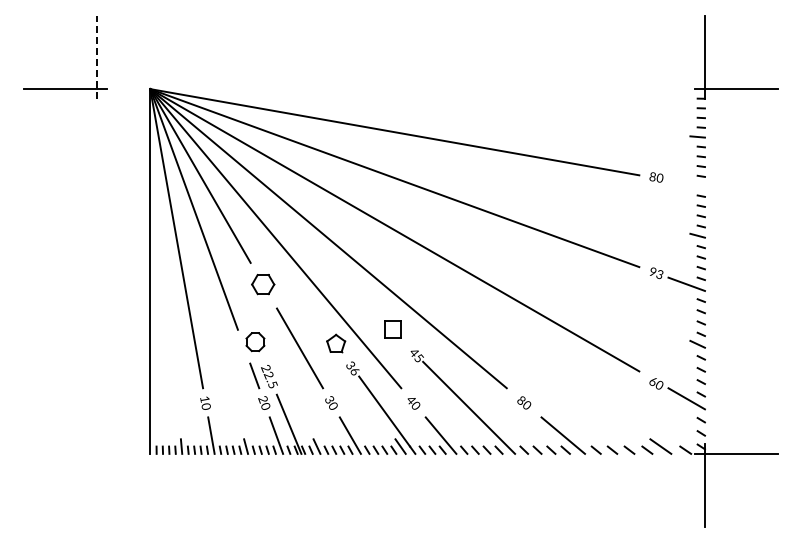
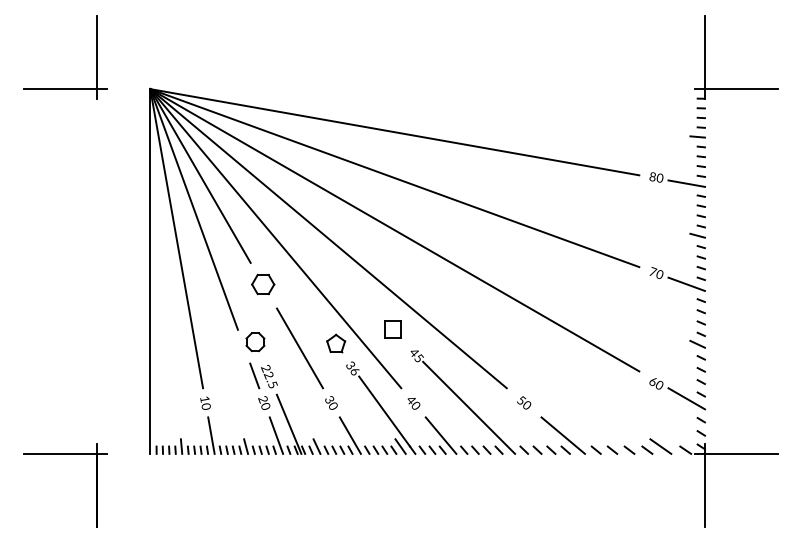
line at (97, 56): dashed -> solid
line at (686, 183): none -> present
text at (656, 272): 93 -> 70
text at (521, 400): 80 -> 50
part at (65, 454): none -> present
